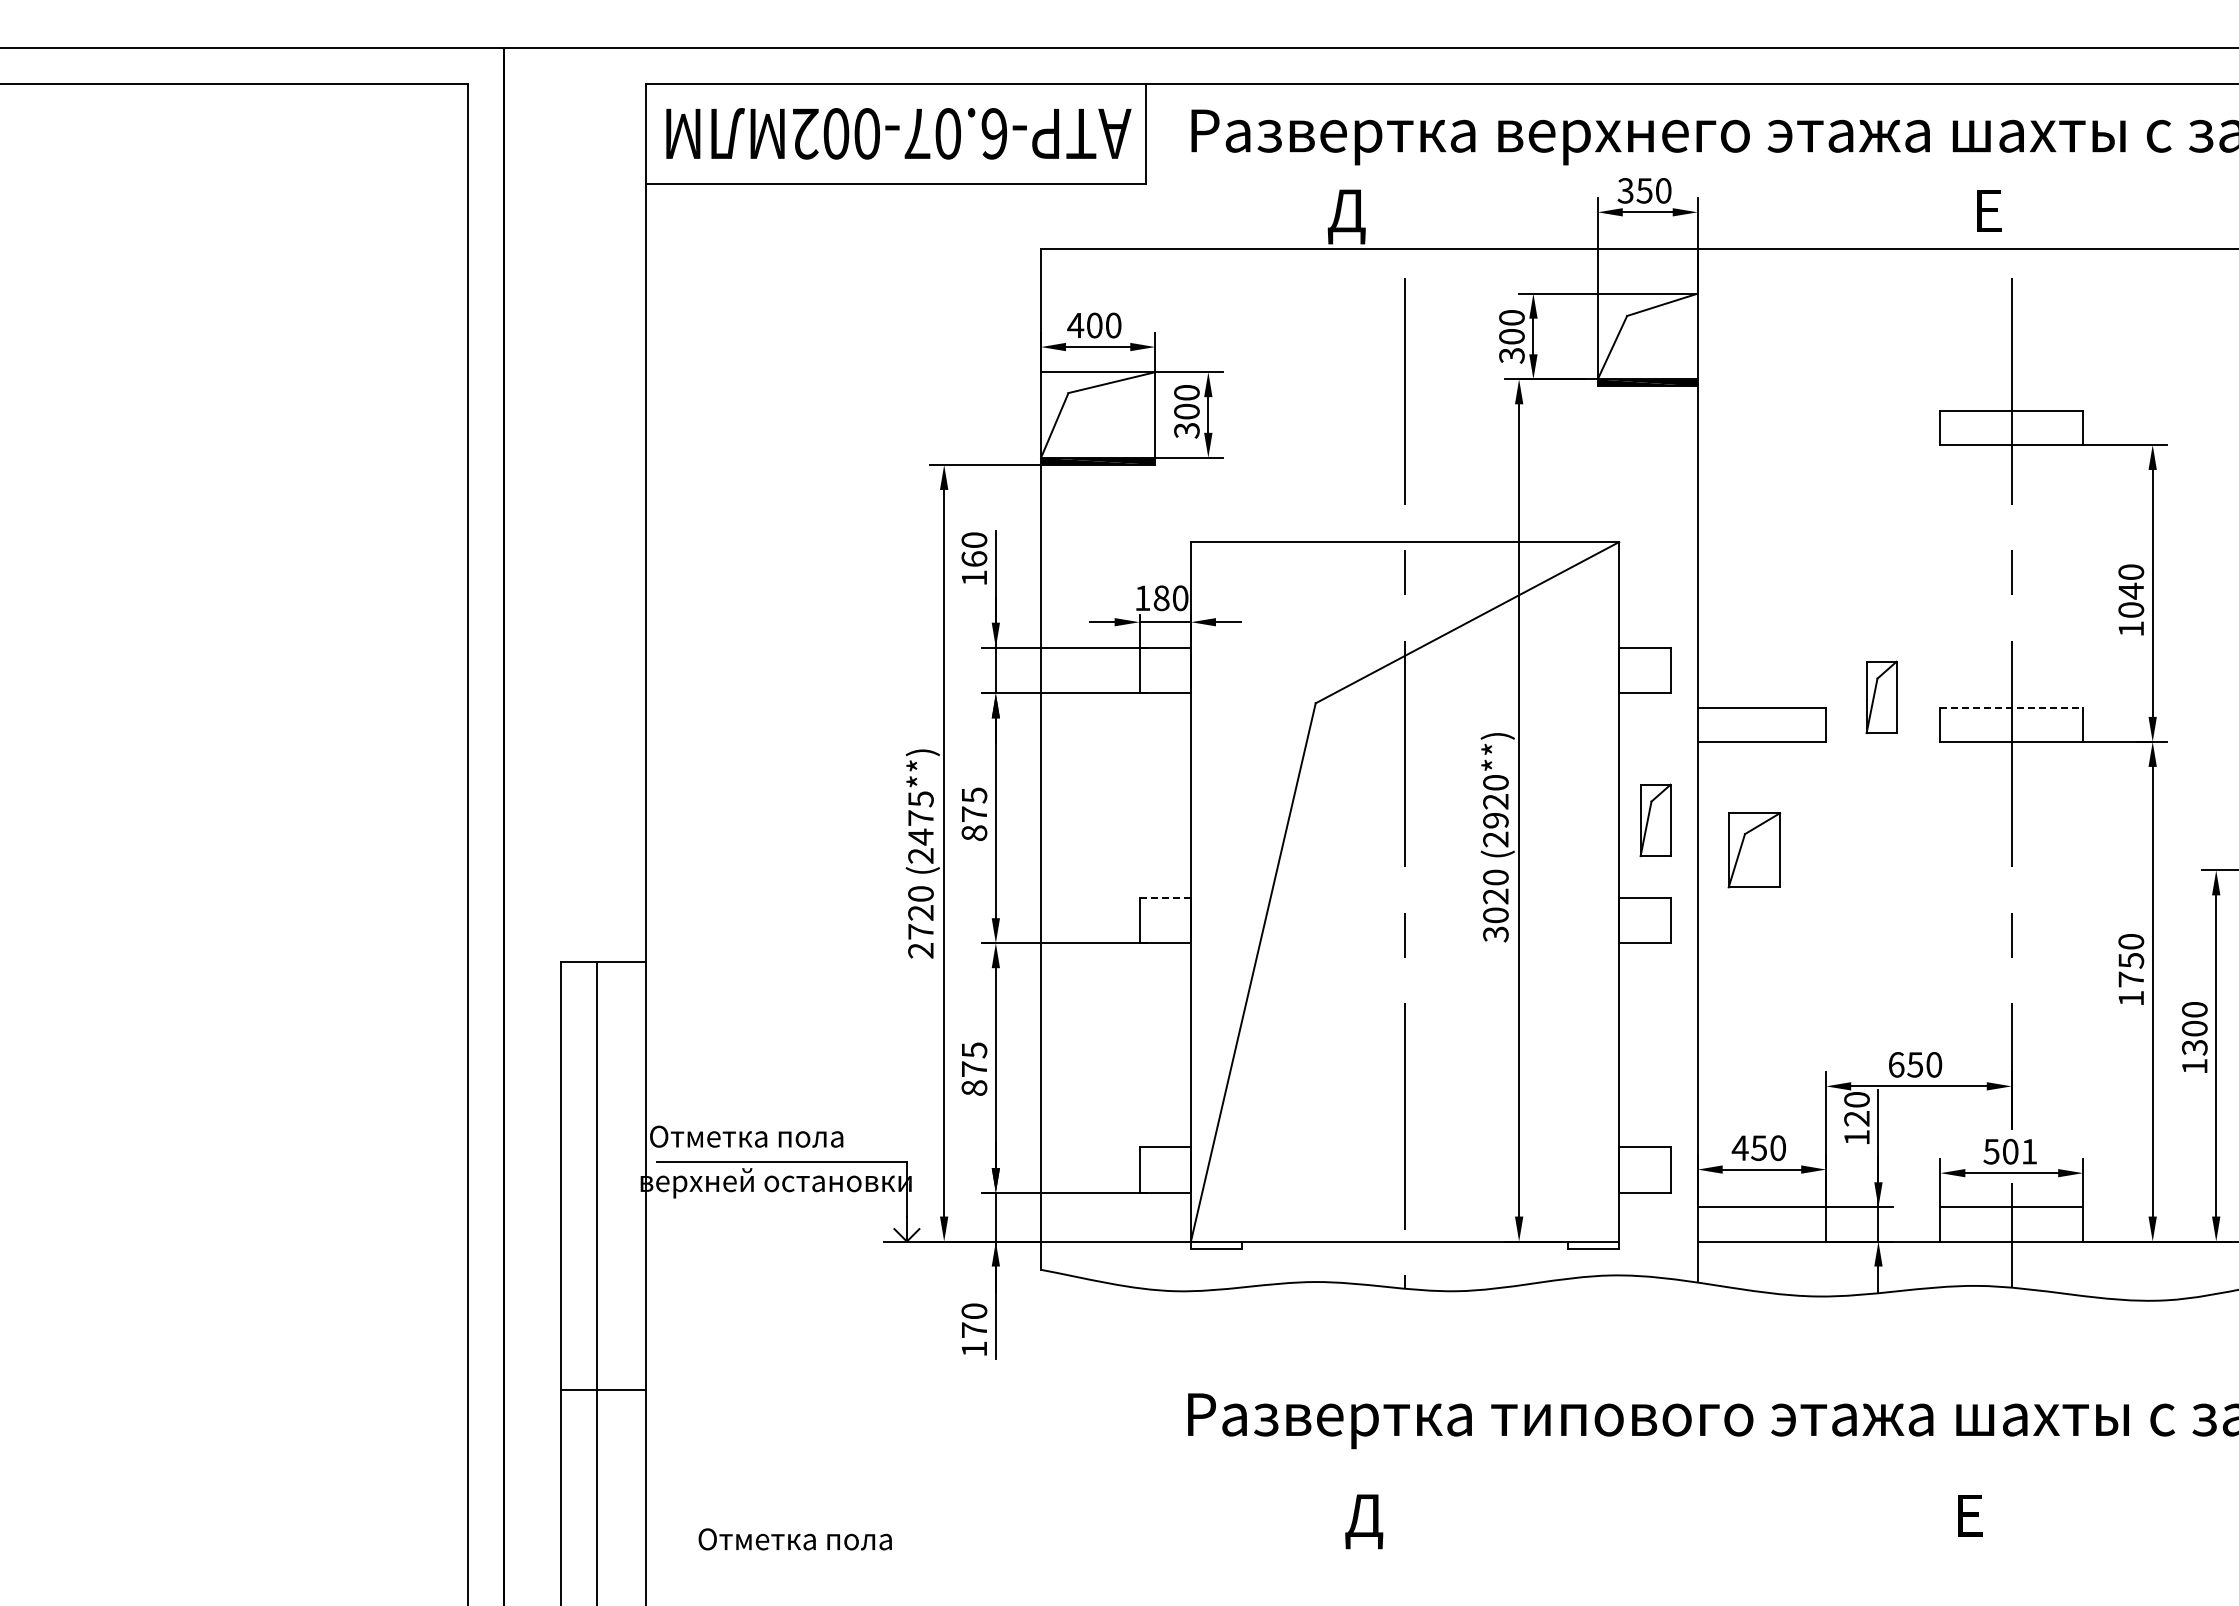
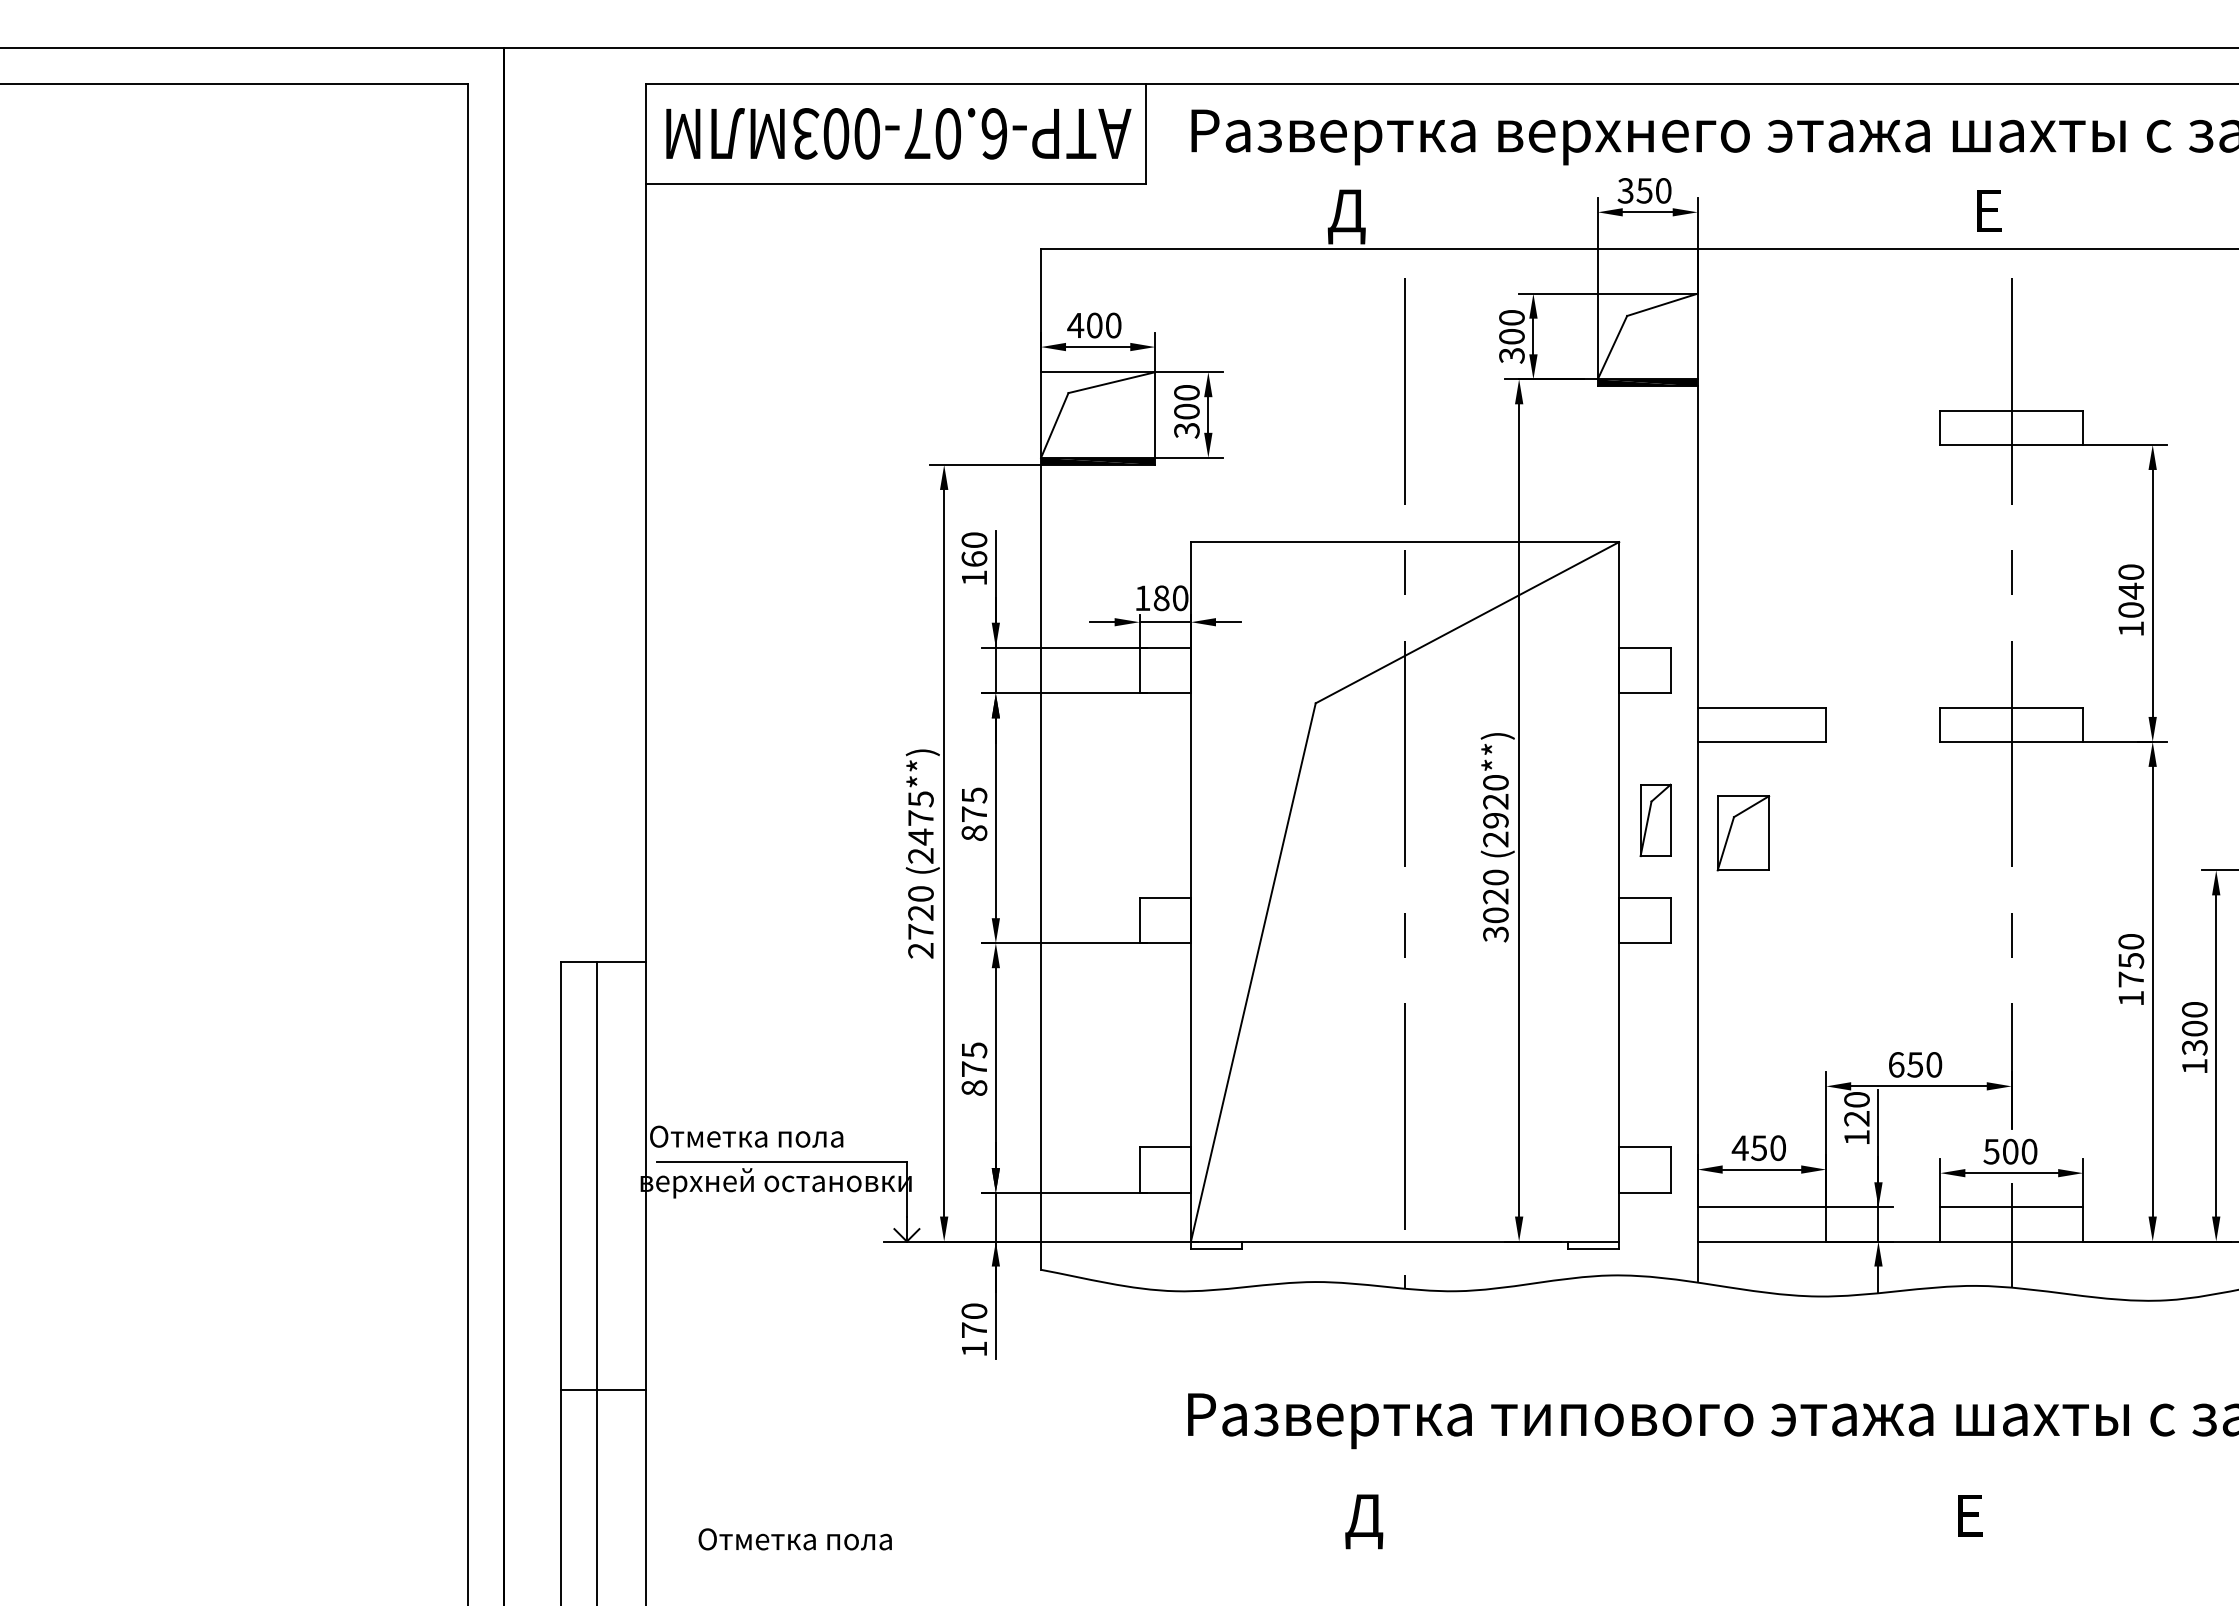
text at (806, 133): -6.07-002 -> -6.07-003
part at (1881, 696): present -> none
line at (2012, 707): dashed -> solid
part at (1754, 850) position: (1754, 850) -> (1743, 833)
line at (1165, 897): dashed -> solid
text at (2029, 1151): 501 -> 500
